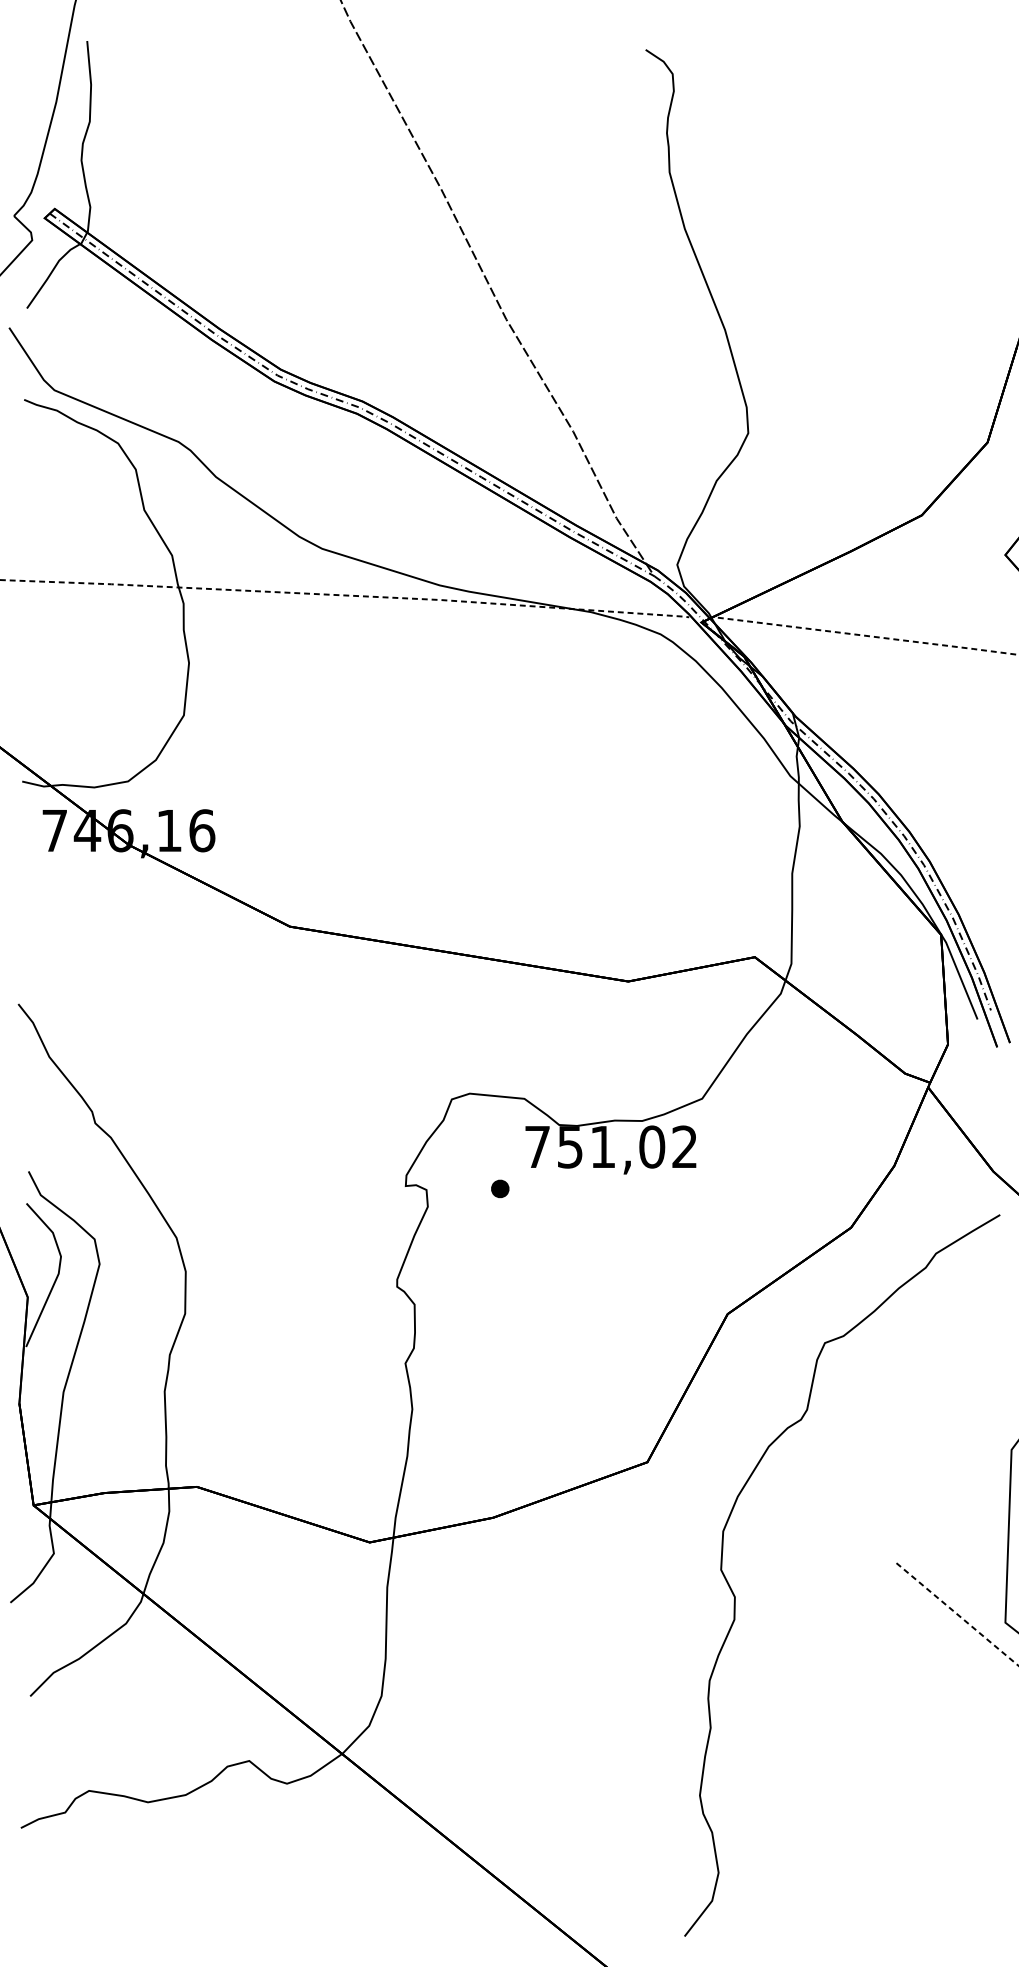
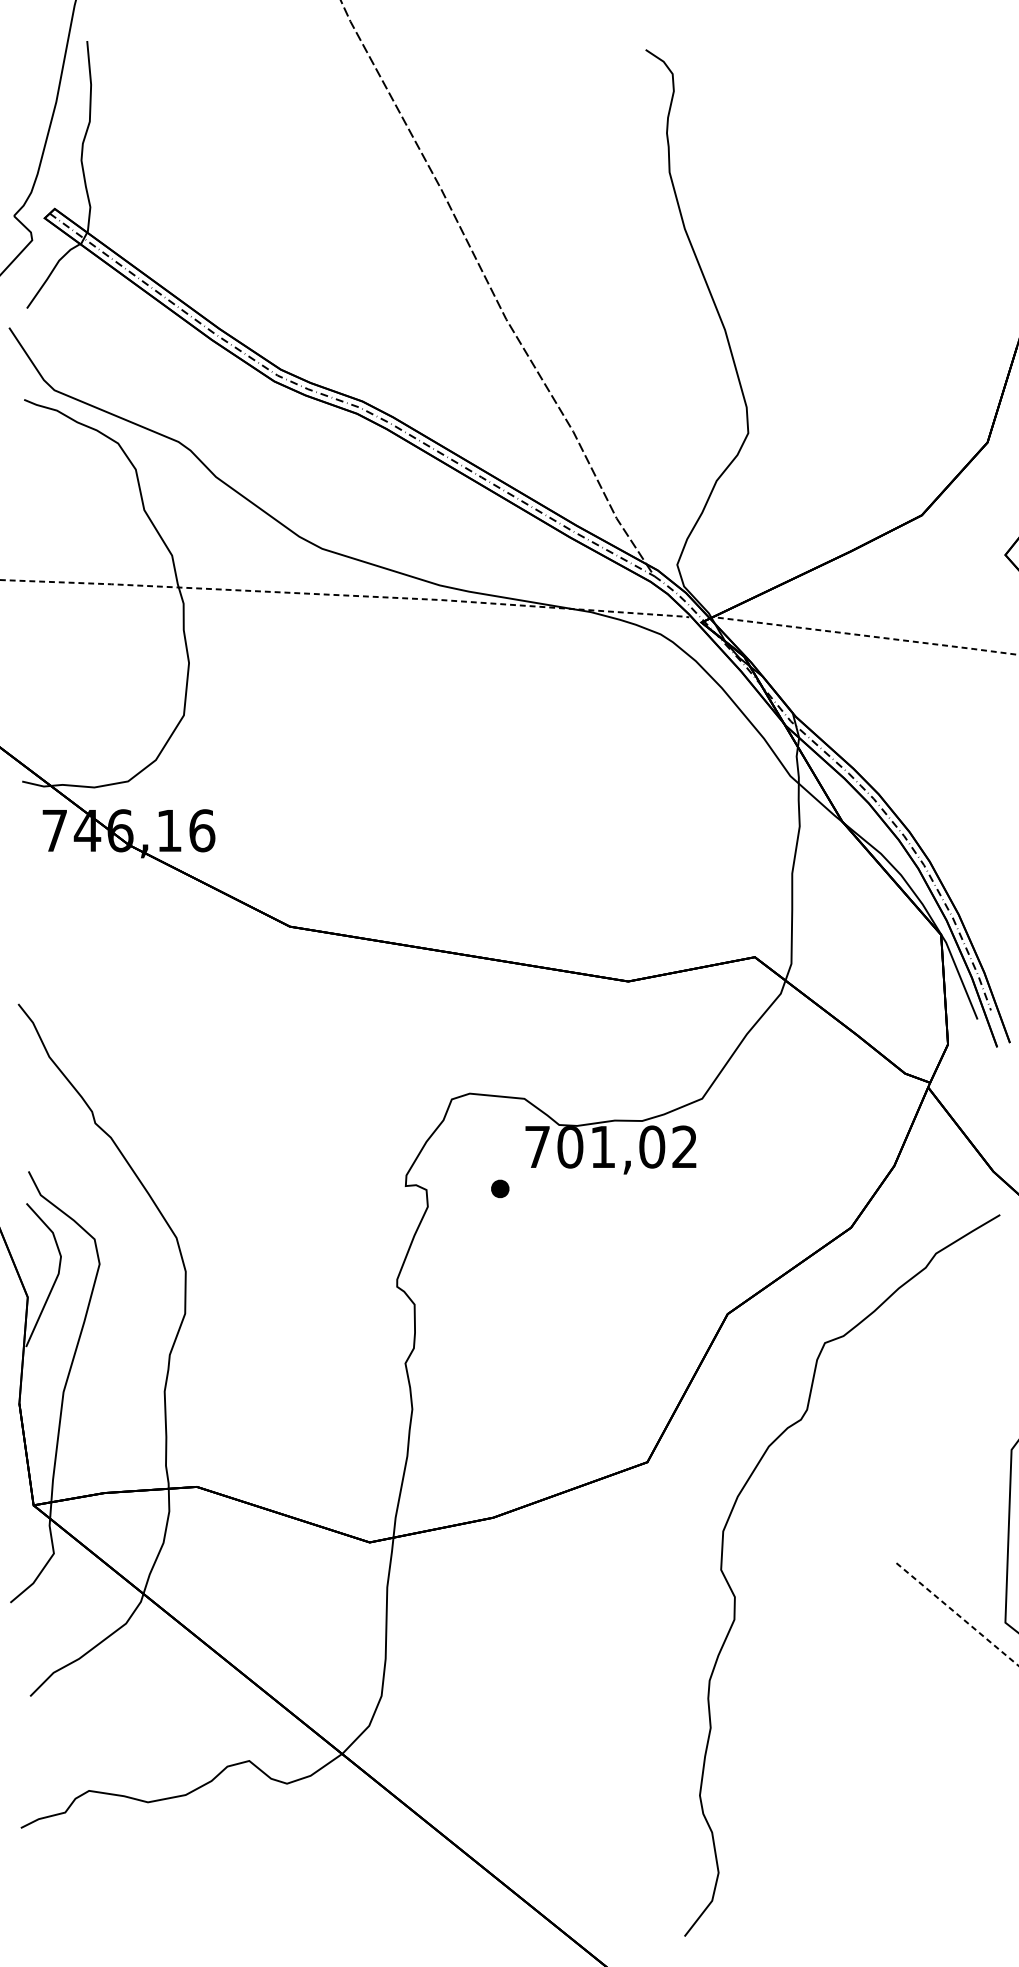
text at (570, 1147): 751,02 -> 701,02
